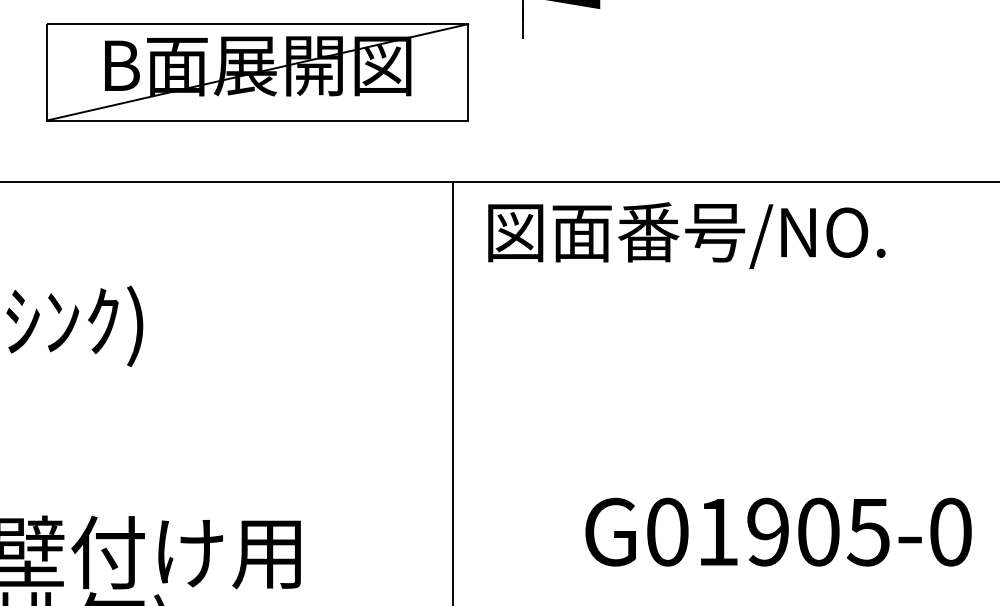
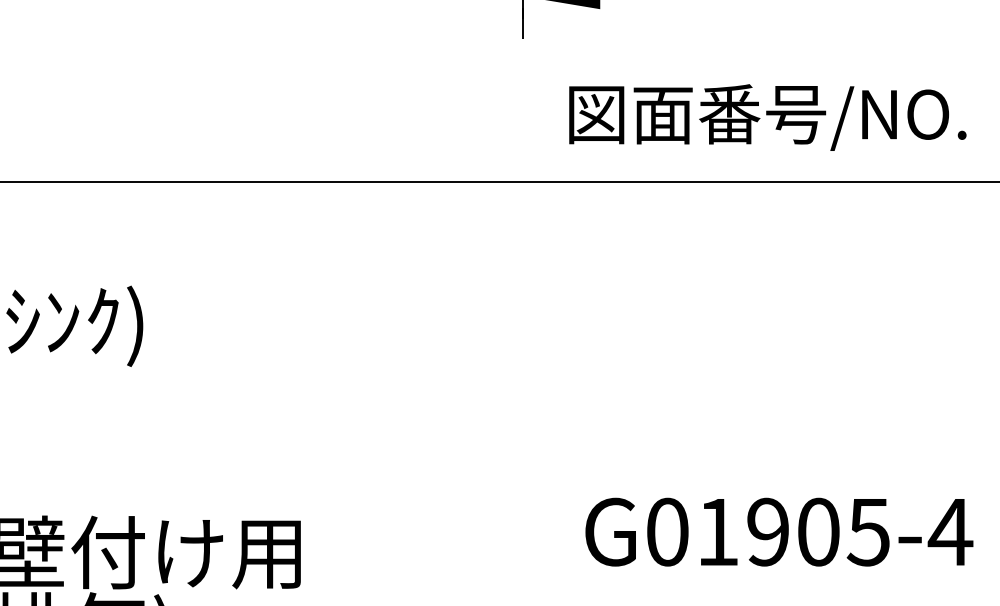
part at (257, 72): present -> none
text at (686, 235) position: (686, 235) -> (767, 117)
line at (453, 392): present -> none
text at (950, 531): G01905-0 -> G01905-4
